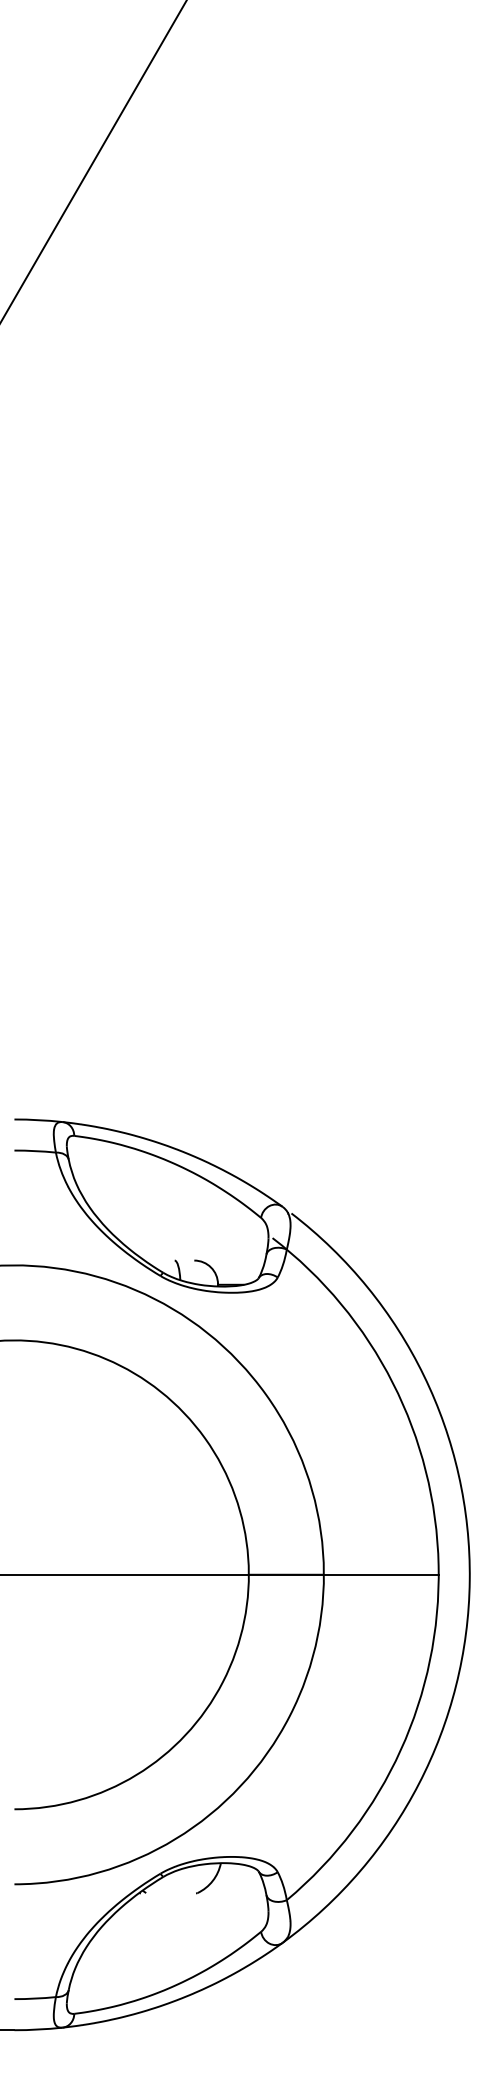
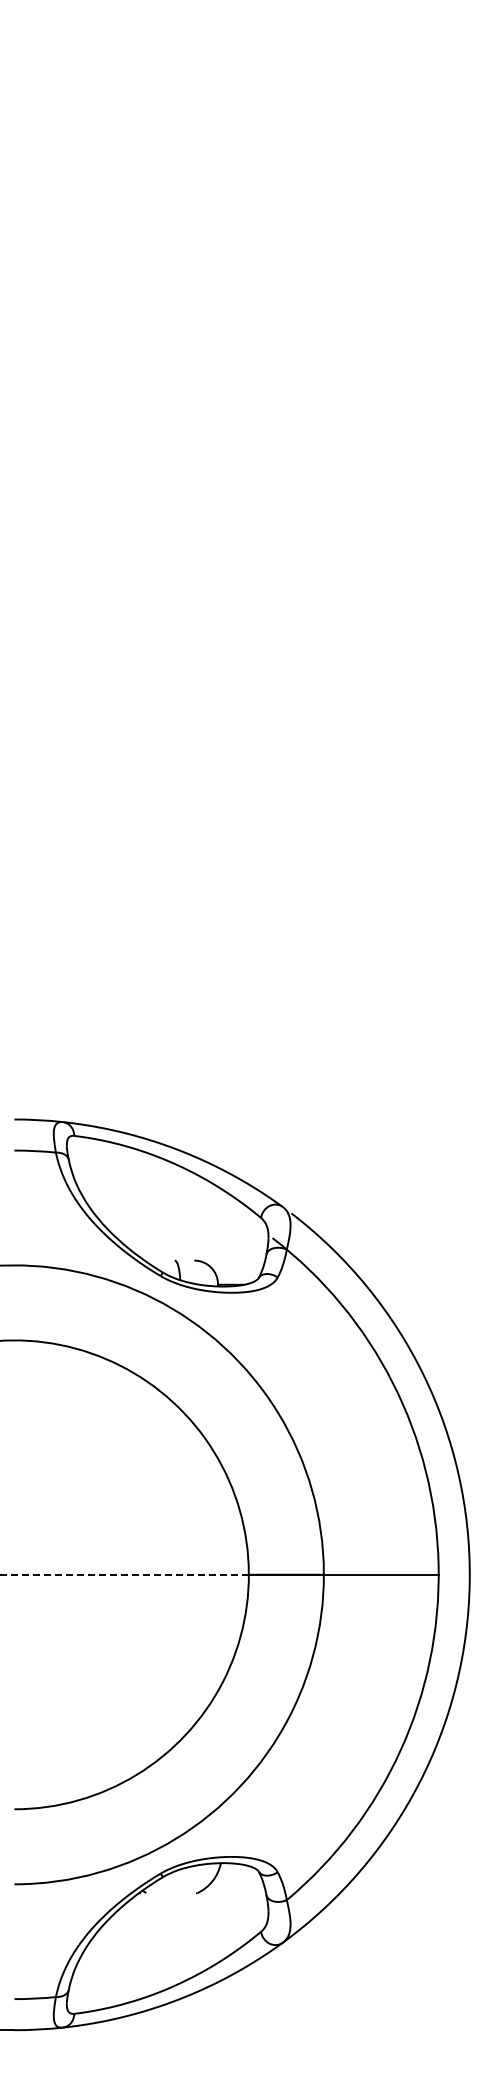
line at (93, 160): present -> none
line at (123, 1574): solid -> dashed
